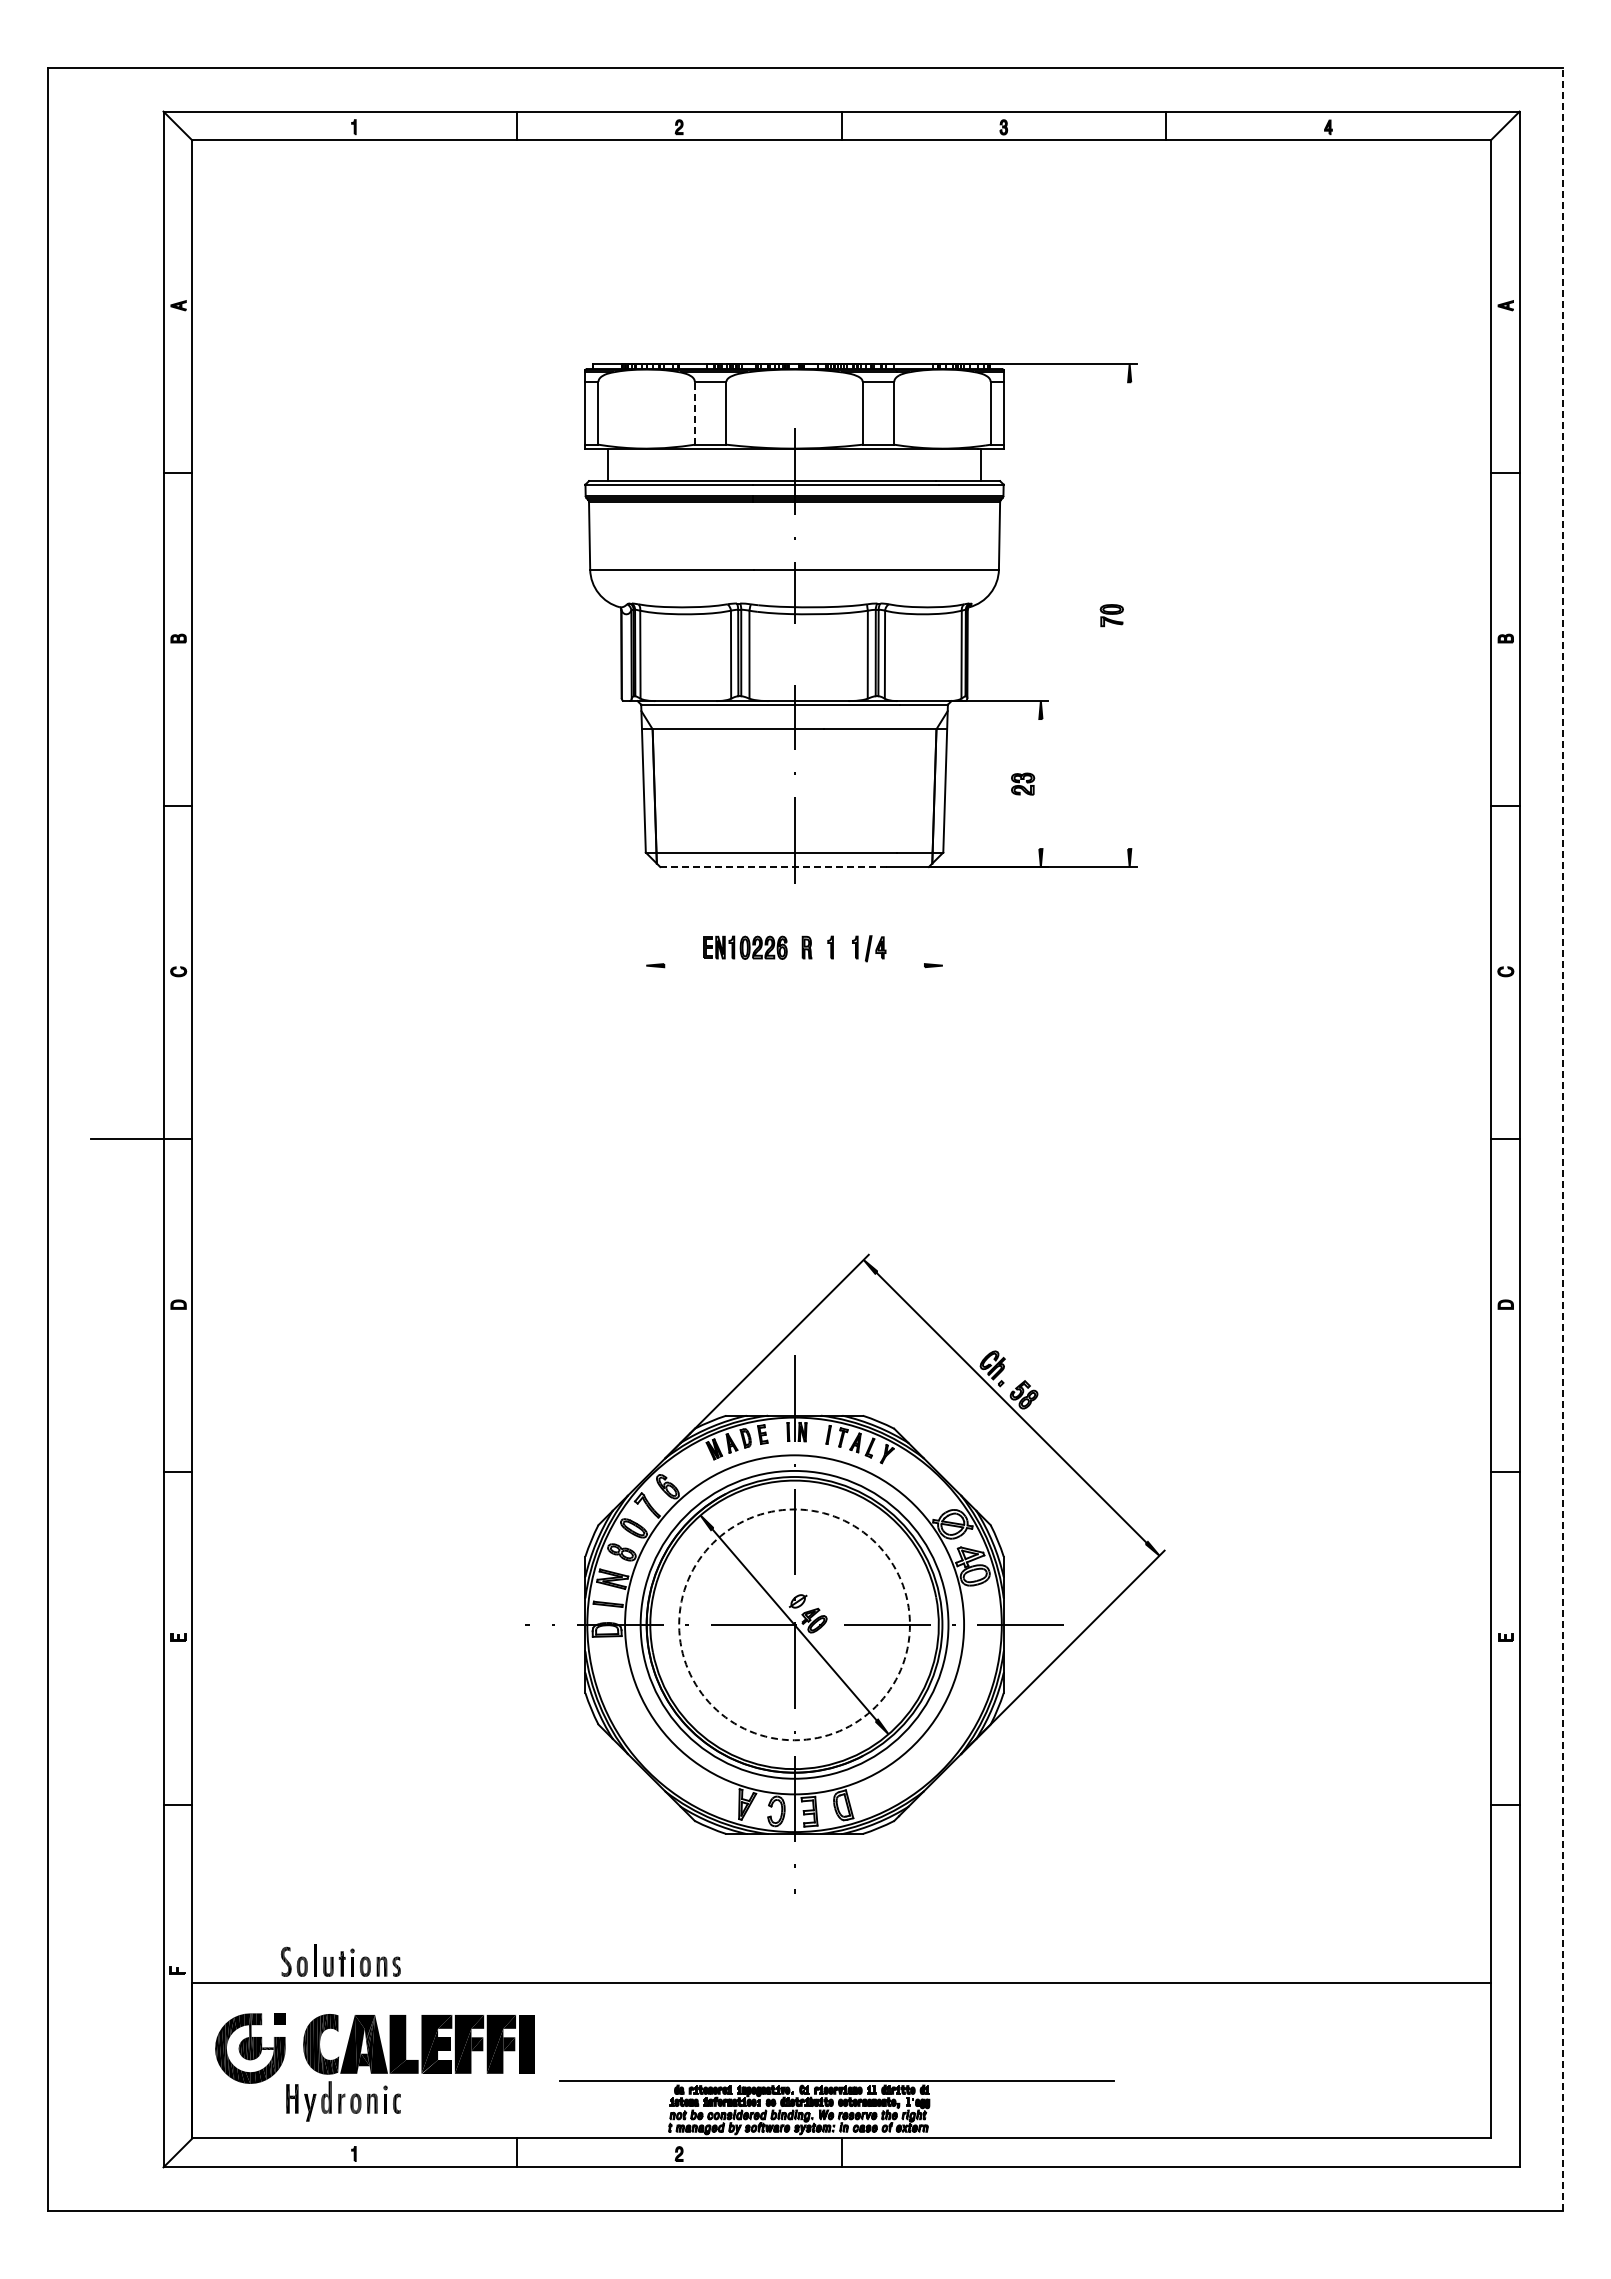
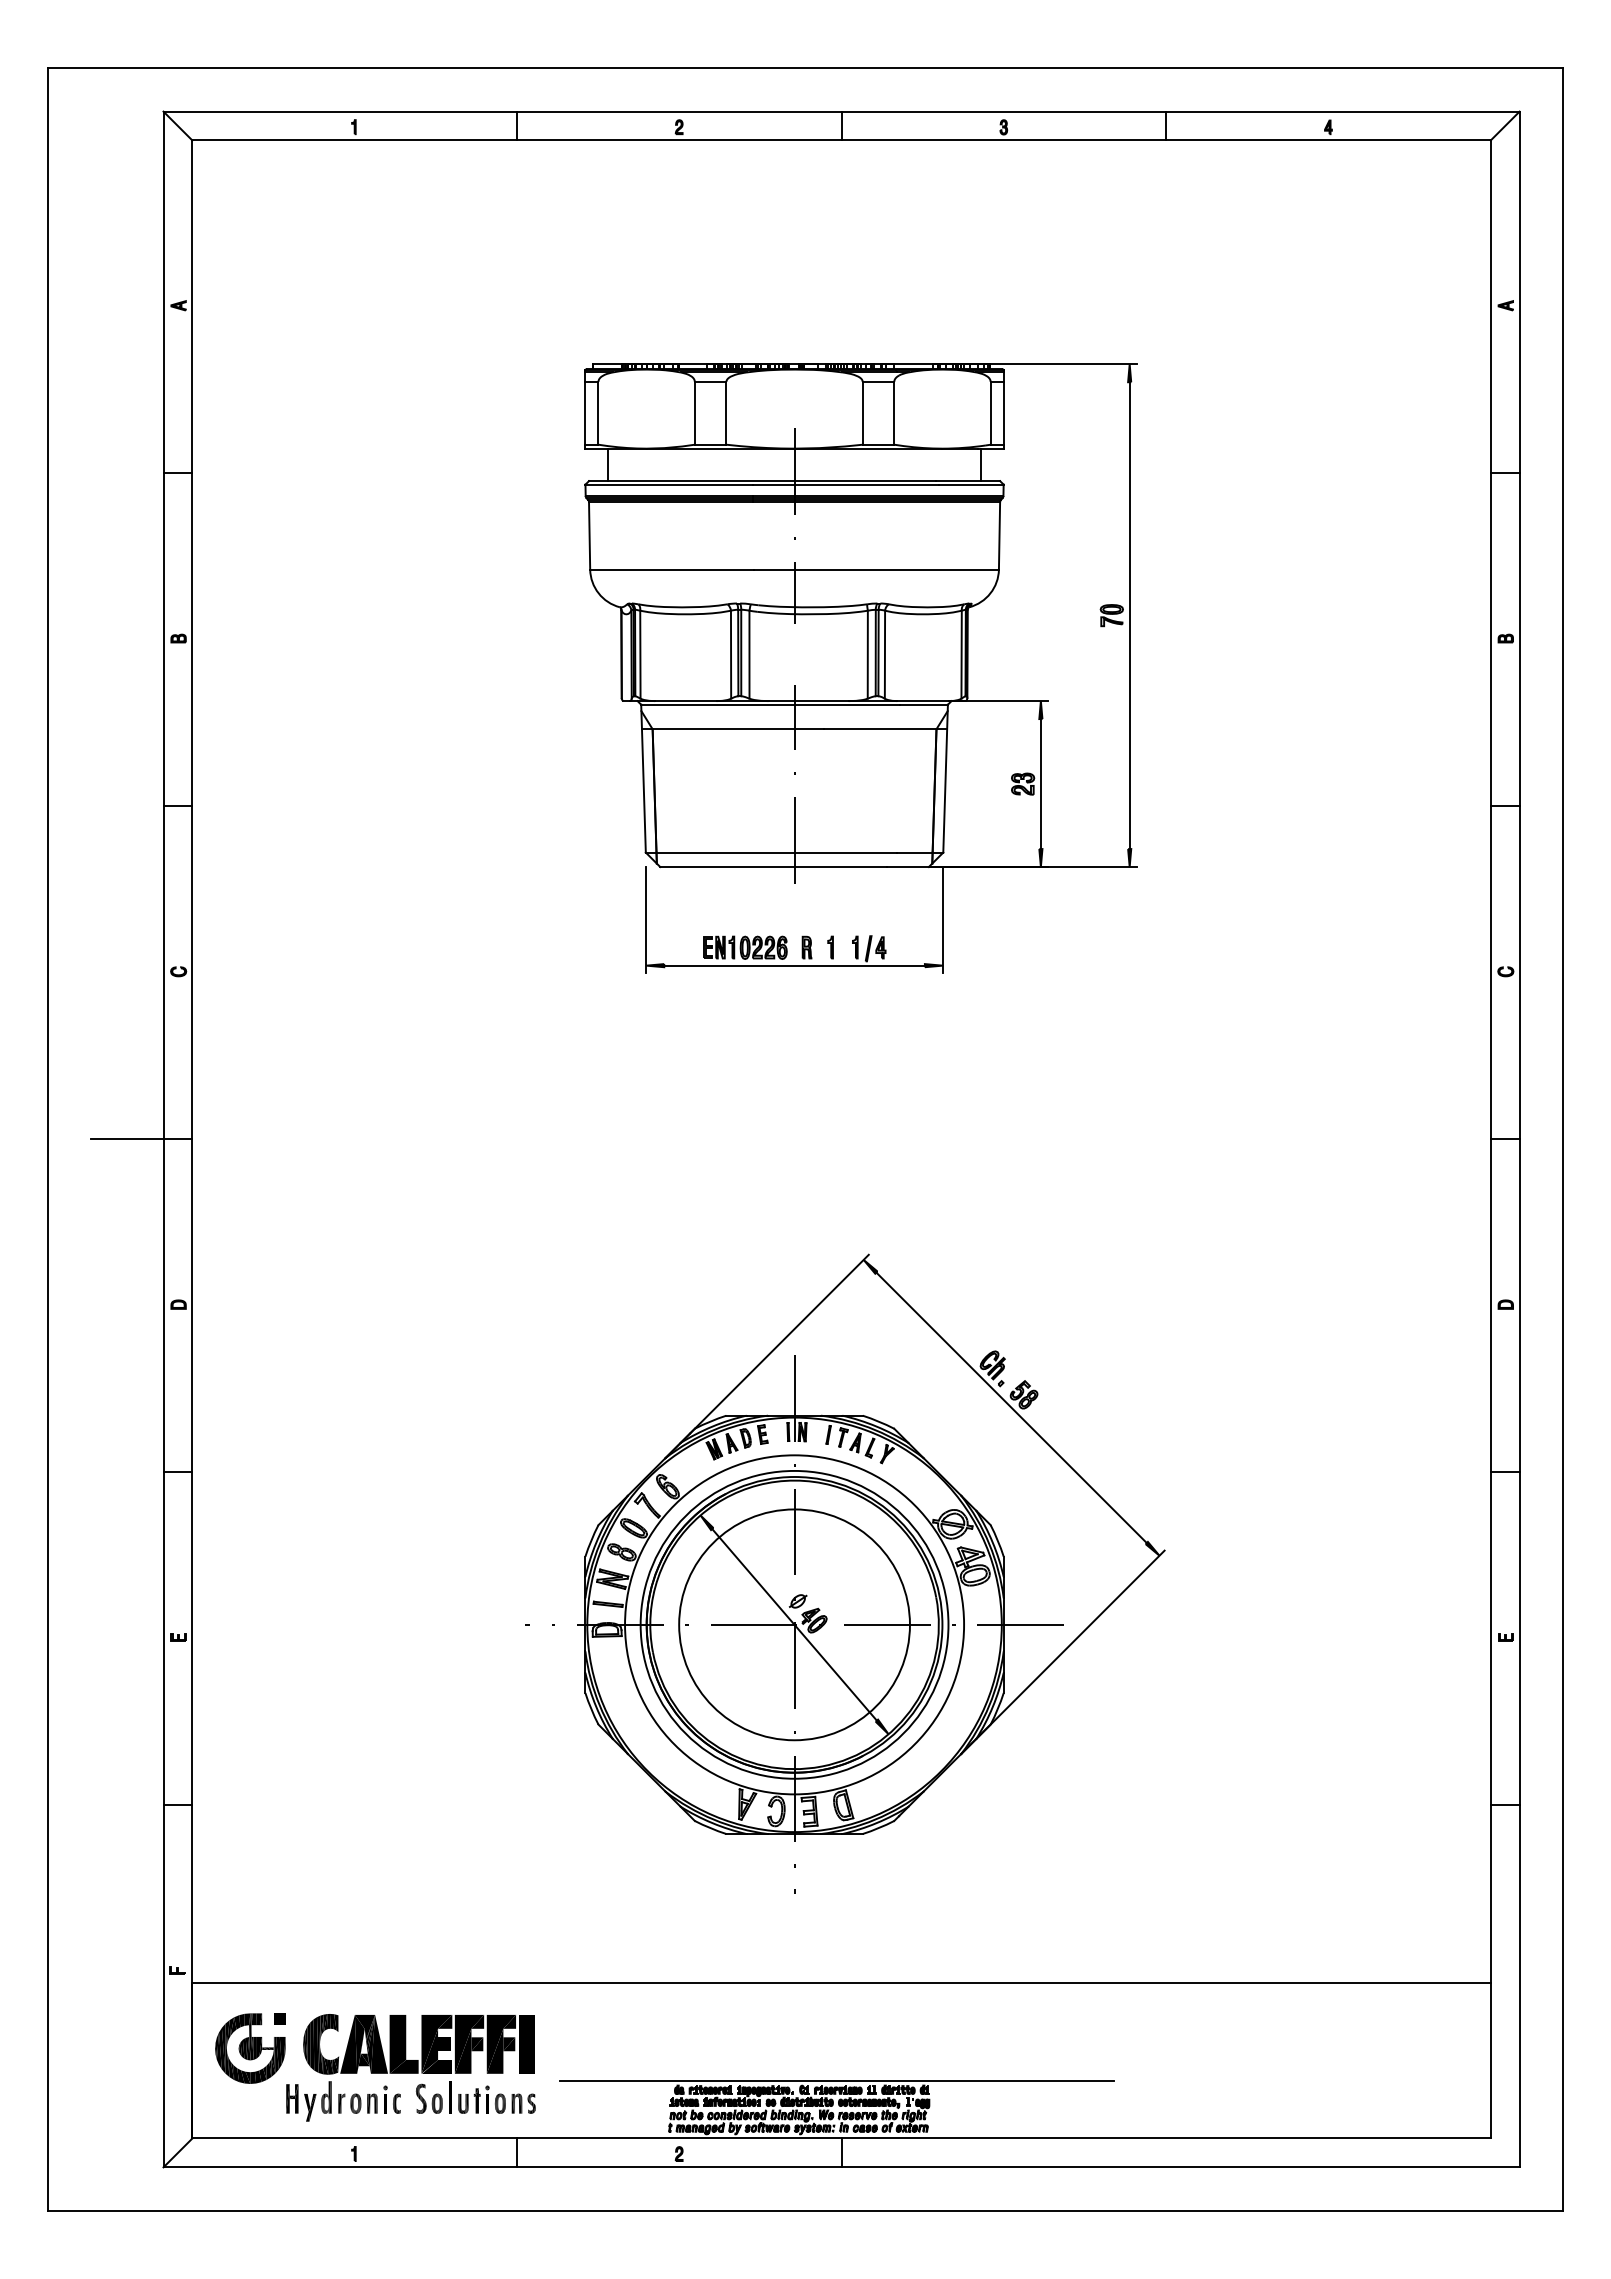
line at (694, 412): dashed -> solid
line at (1129, 615): none -> present
line at (1040, 784): none -> present
line at (773, 867): dashed -> solid
line at (646, 919): none -> present
line at (942, 919): none -> present
line at (794, 965): none -> present
line at (1562, 1139): dashed -> solid
circle at (794, 1624): dashed -> solid
part at (340, 1960) position: (340, 1960) -> (475, 2097)
